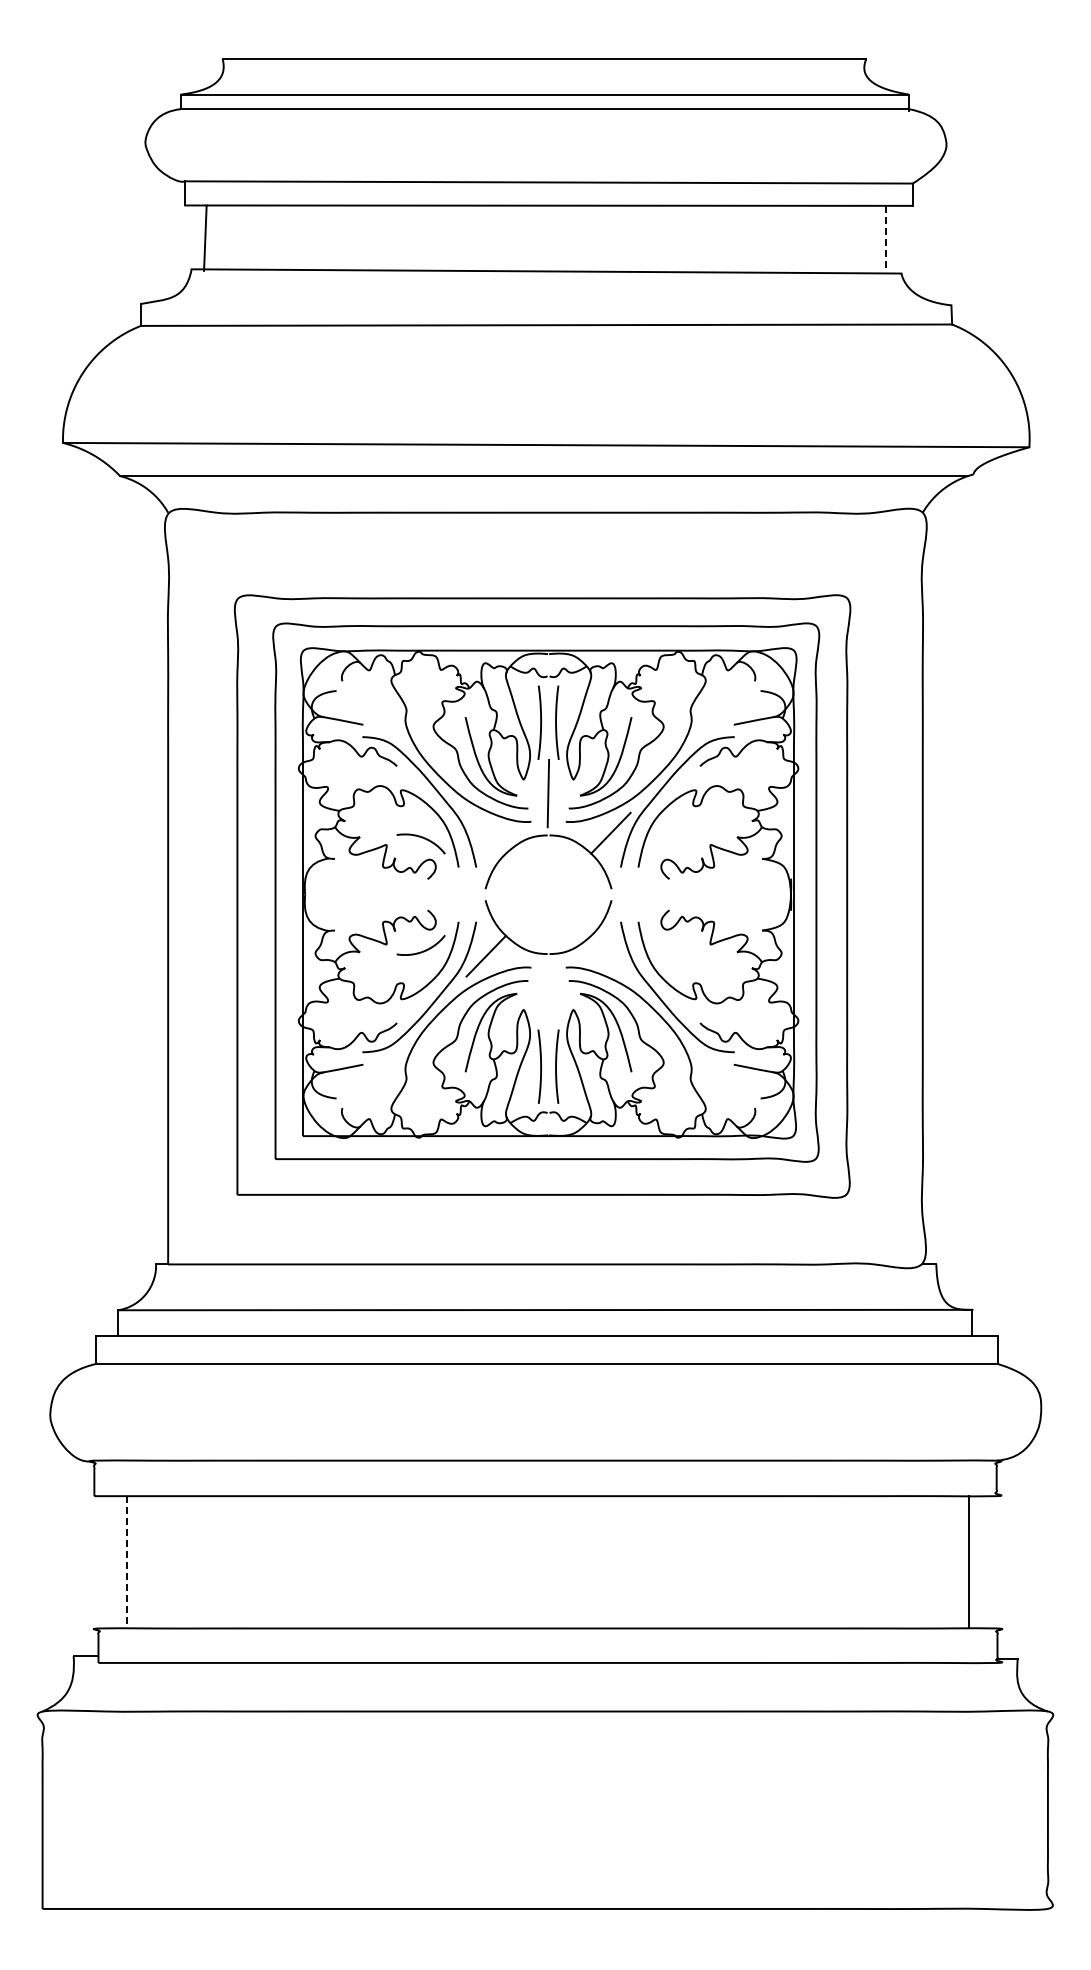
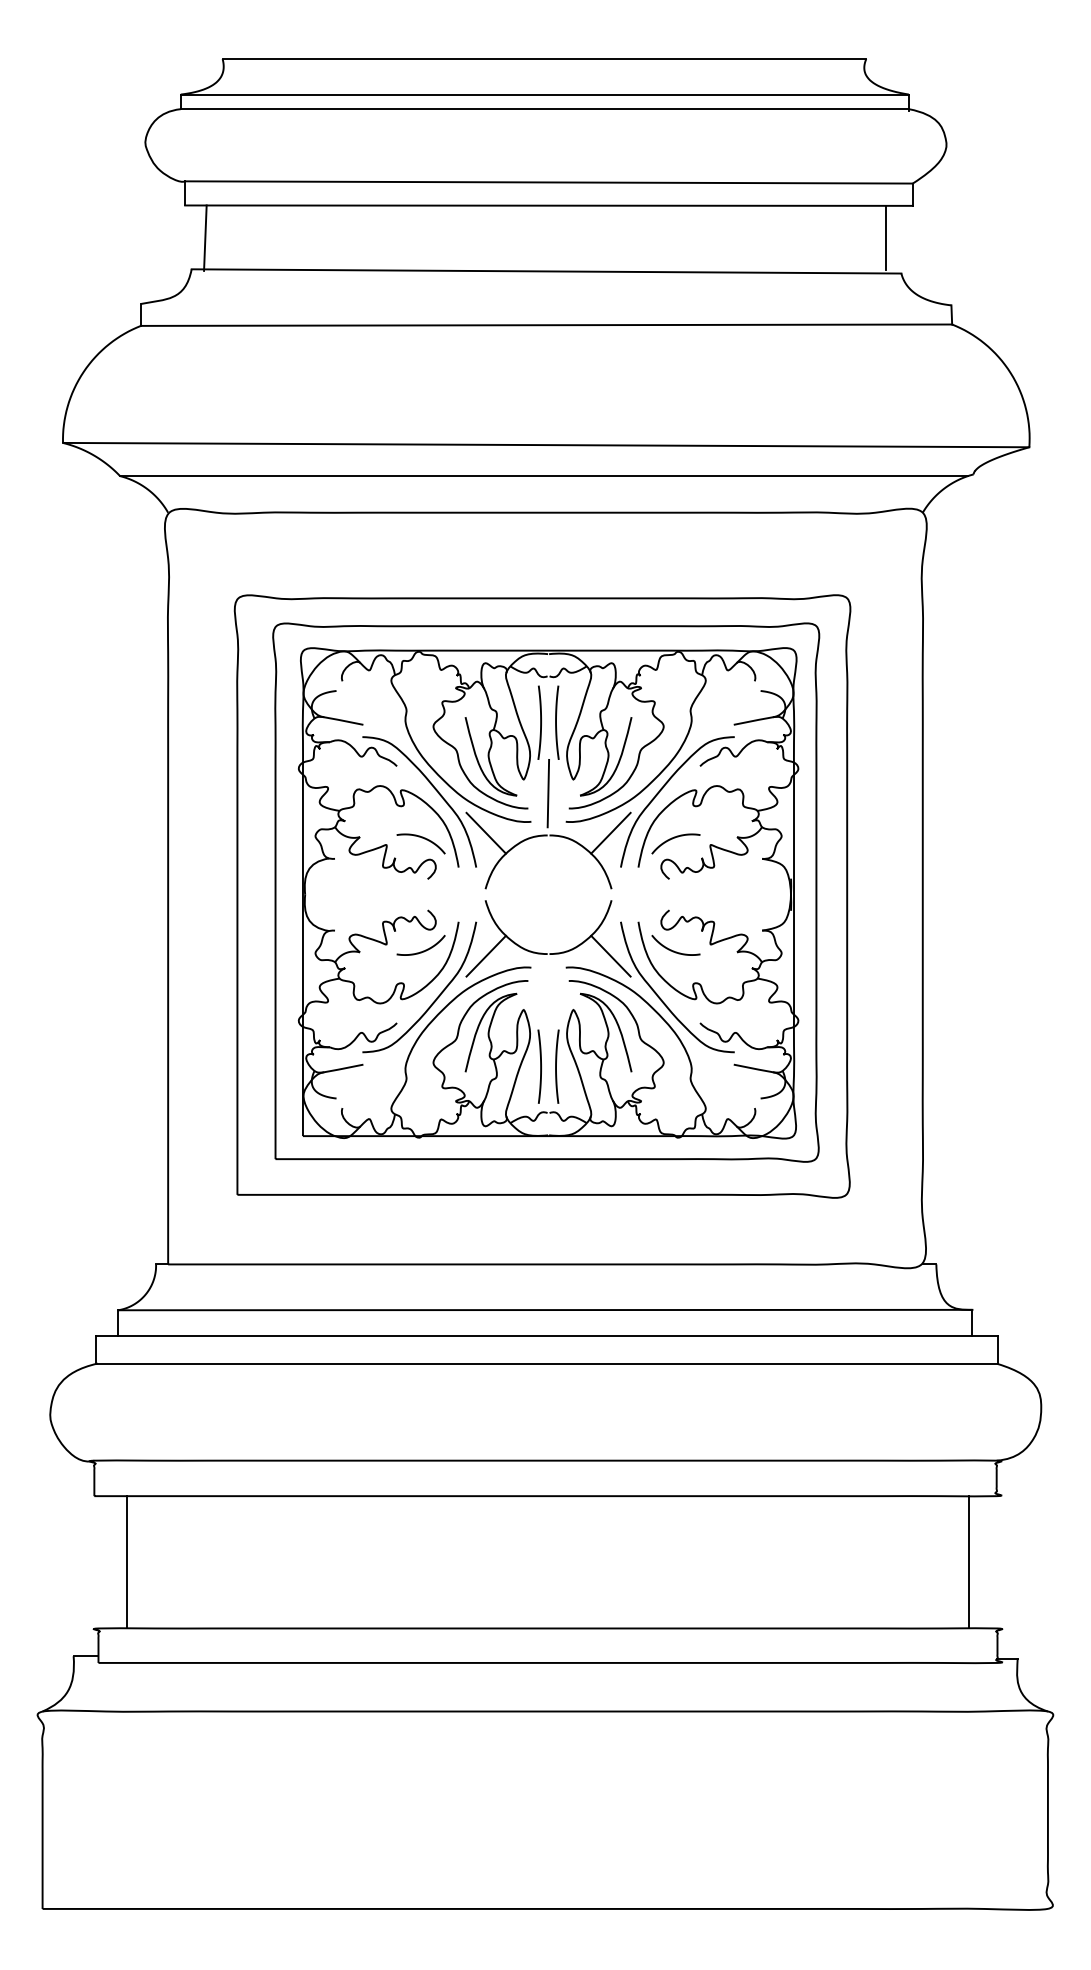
line at (886, 237): dashed -> solid
line at (485, 832): none -> present
curve at (675, 838): none -> present
curve at (674, 950): none -> present
line at (610, 955): none -> present
line at (126, 1562): dashed -> solid
